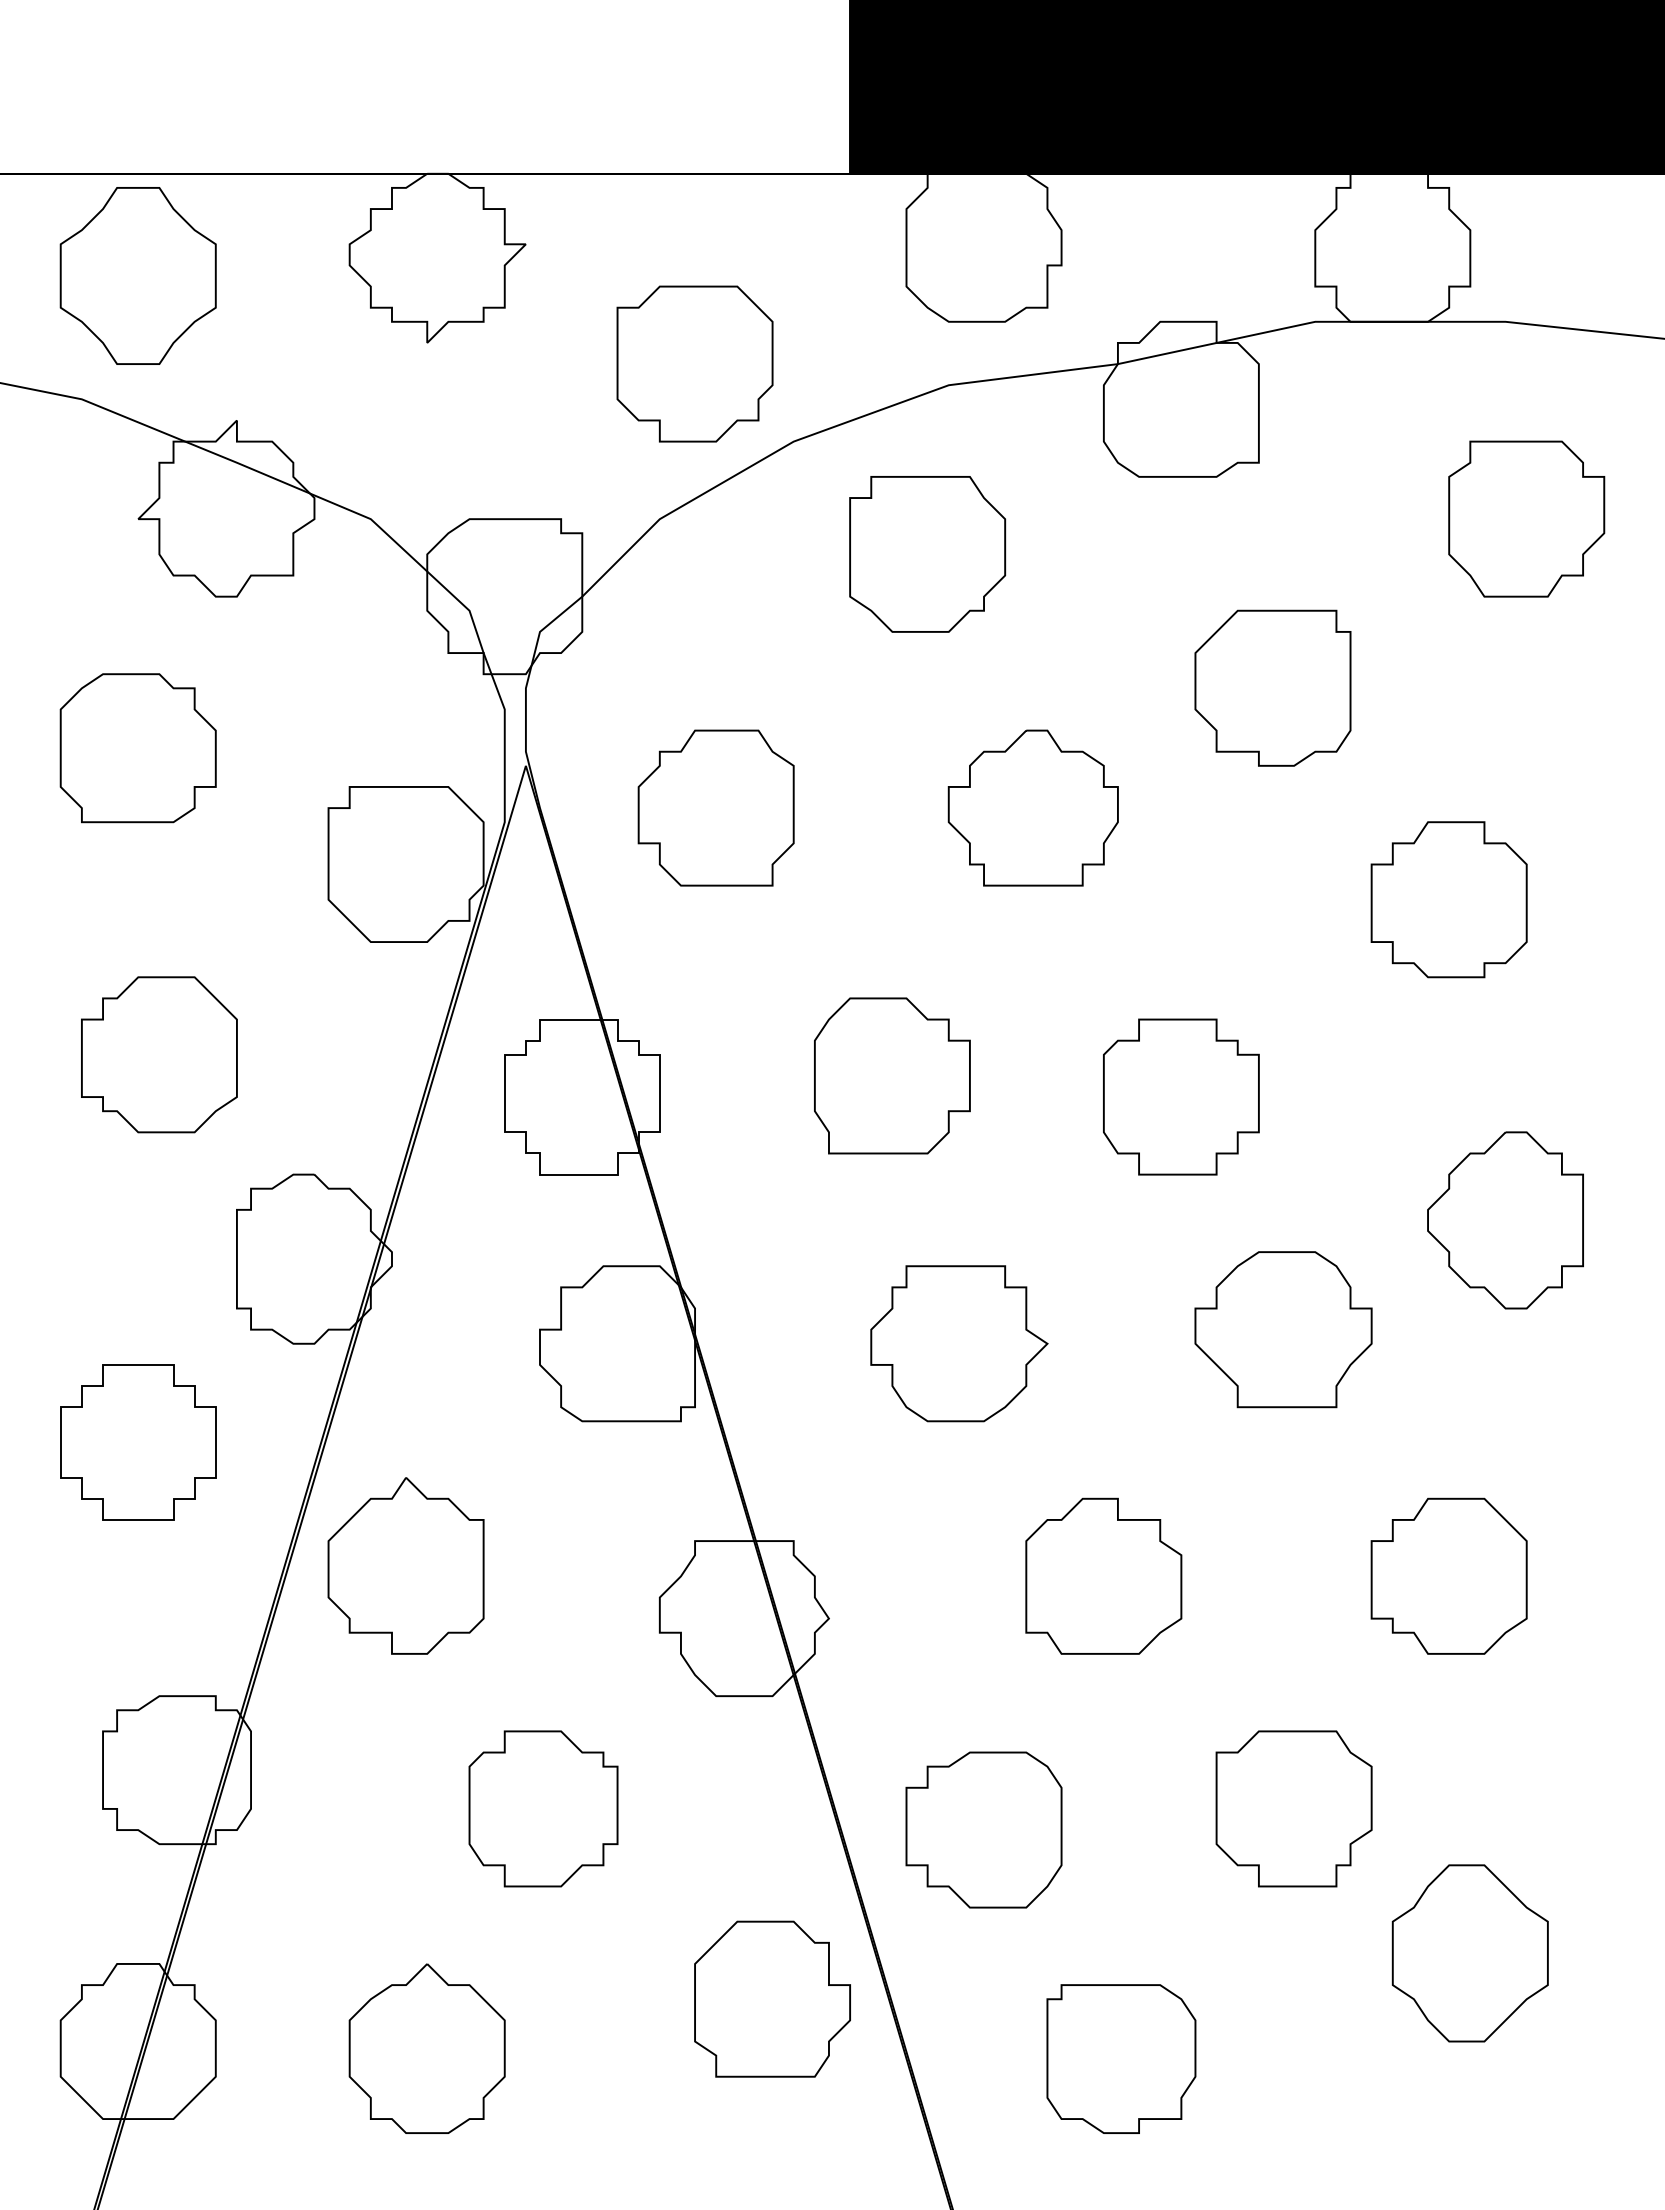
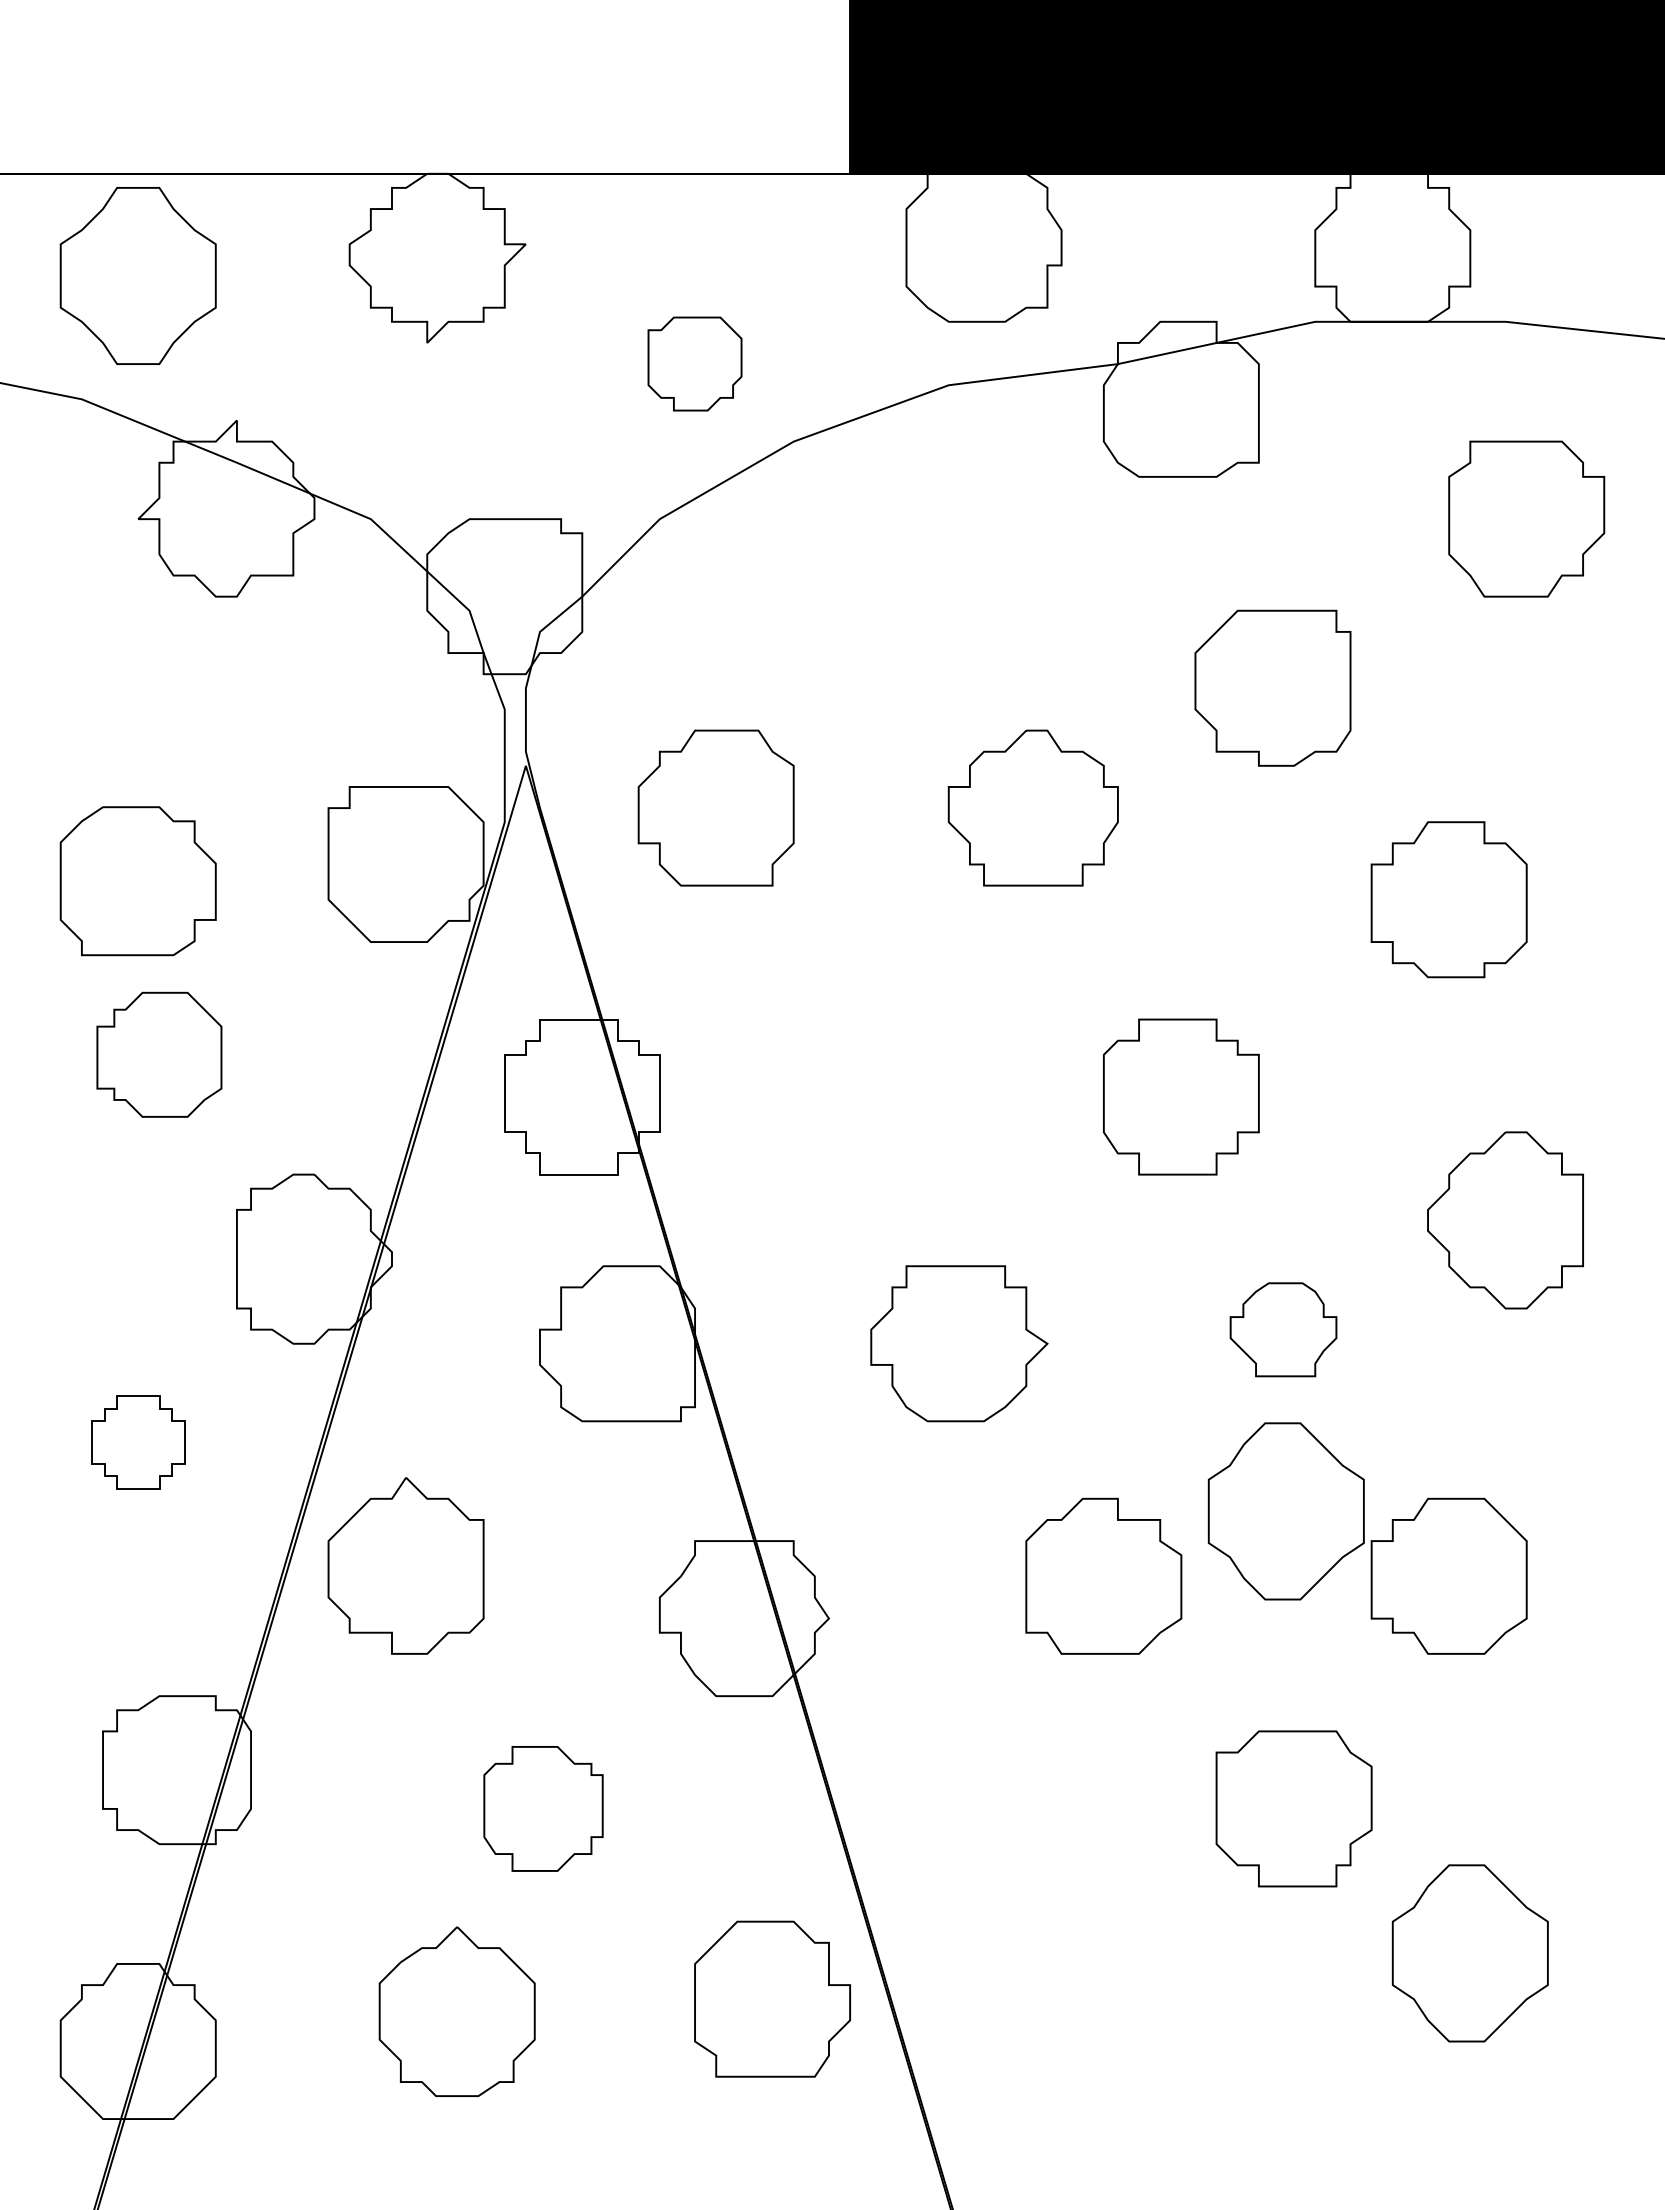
part at (694, 363) size: 158x158 px -> 96x96 px
part at (927, 554): present -> none
part at (137, 748) position: (137, 748) -> (137, 881)
part at (159, 1054) size: 157x158 px -> 127x127 px
part at (892, 1075): present -> none
part at (1283, 1329) size: 179x158 px -> 109x96 px
part at (138, 1442) size: 157x157 px -> 95x95 px
part at (1285, 1511): none -> present
part at (543, 1808) size: 151x158 px -> 121x126 px
part at (983, 1829): present -> none
part at (426, 2048) position: (426, 2048) -> (456, 2011)
part at (1121, 2058): present -> none
